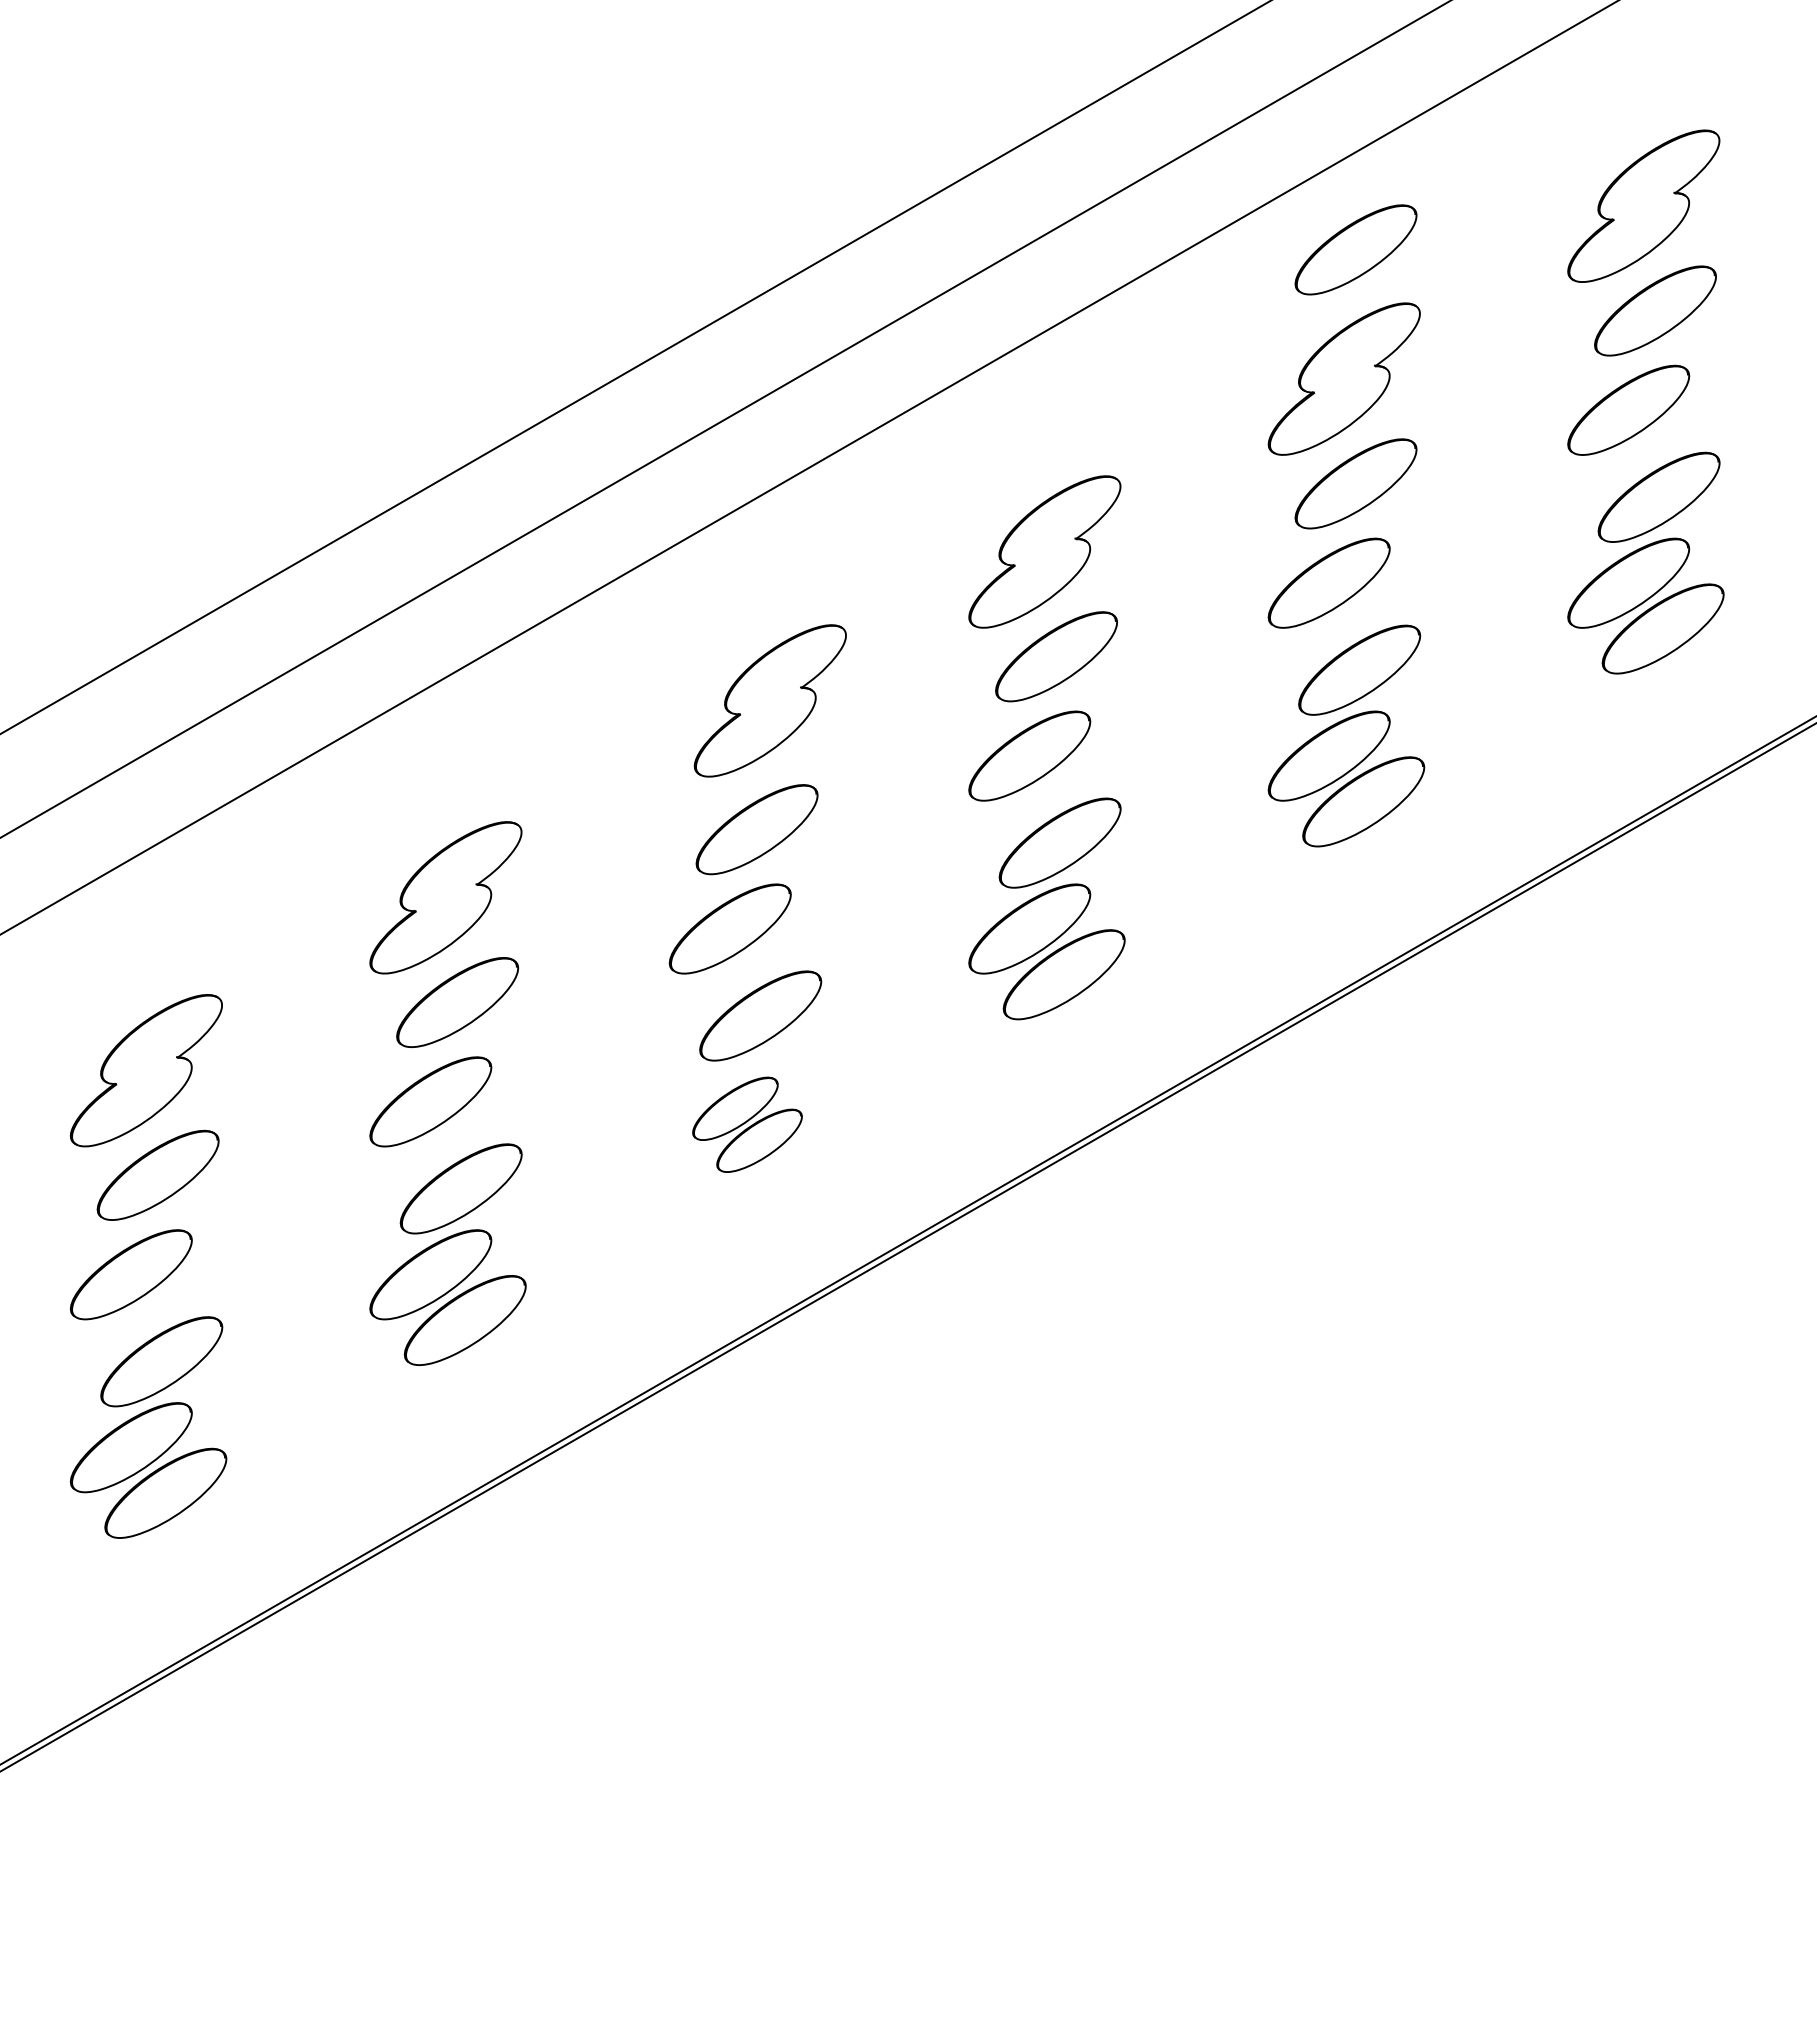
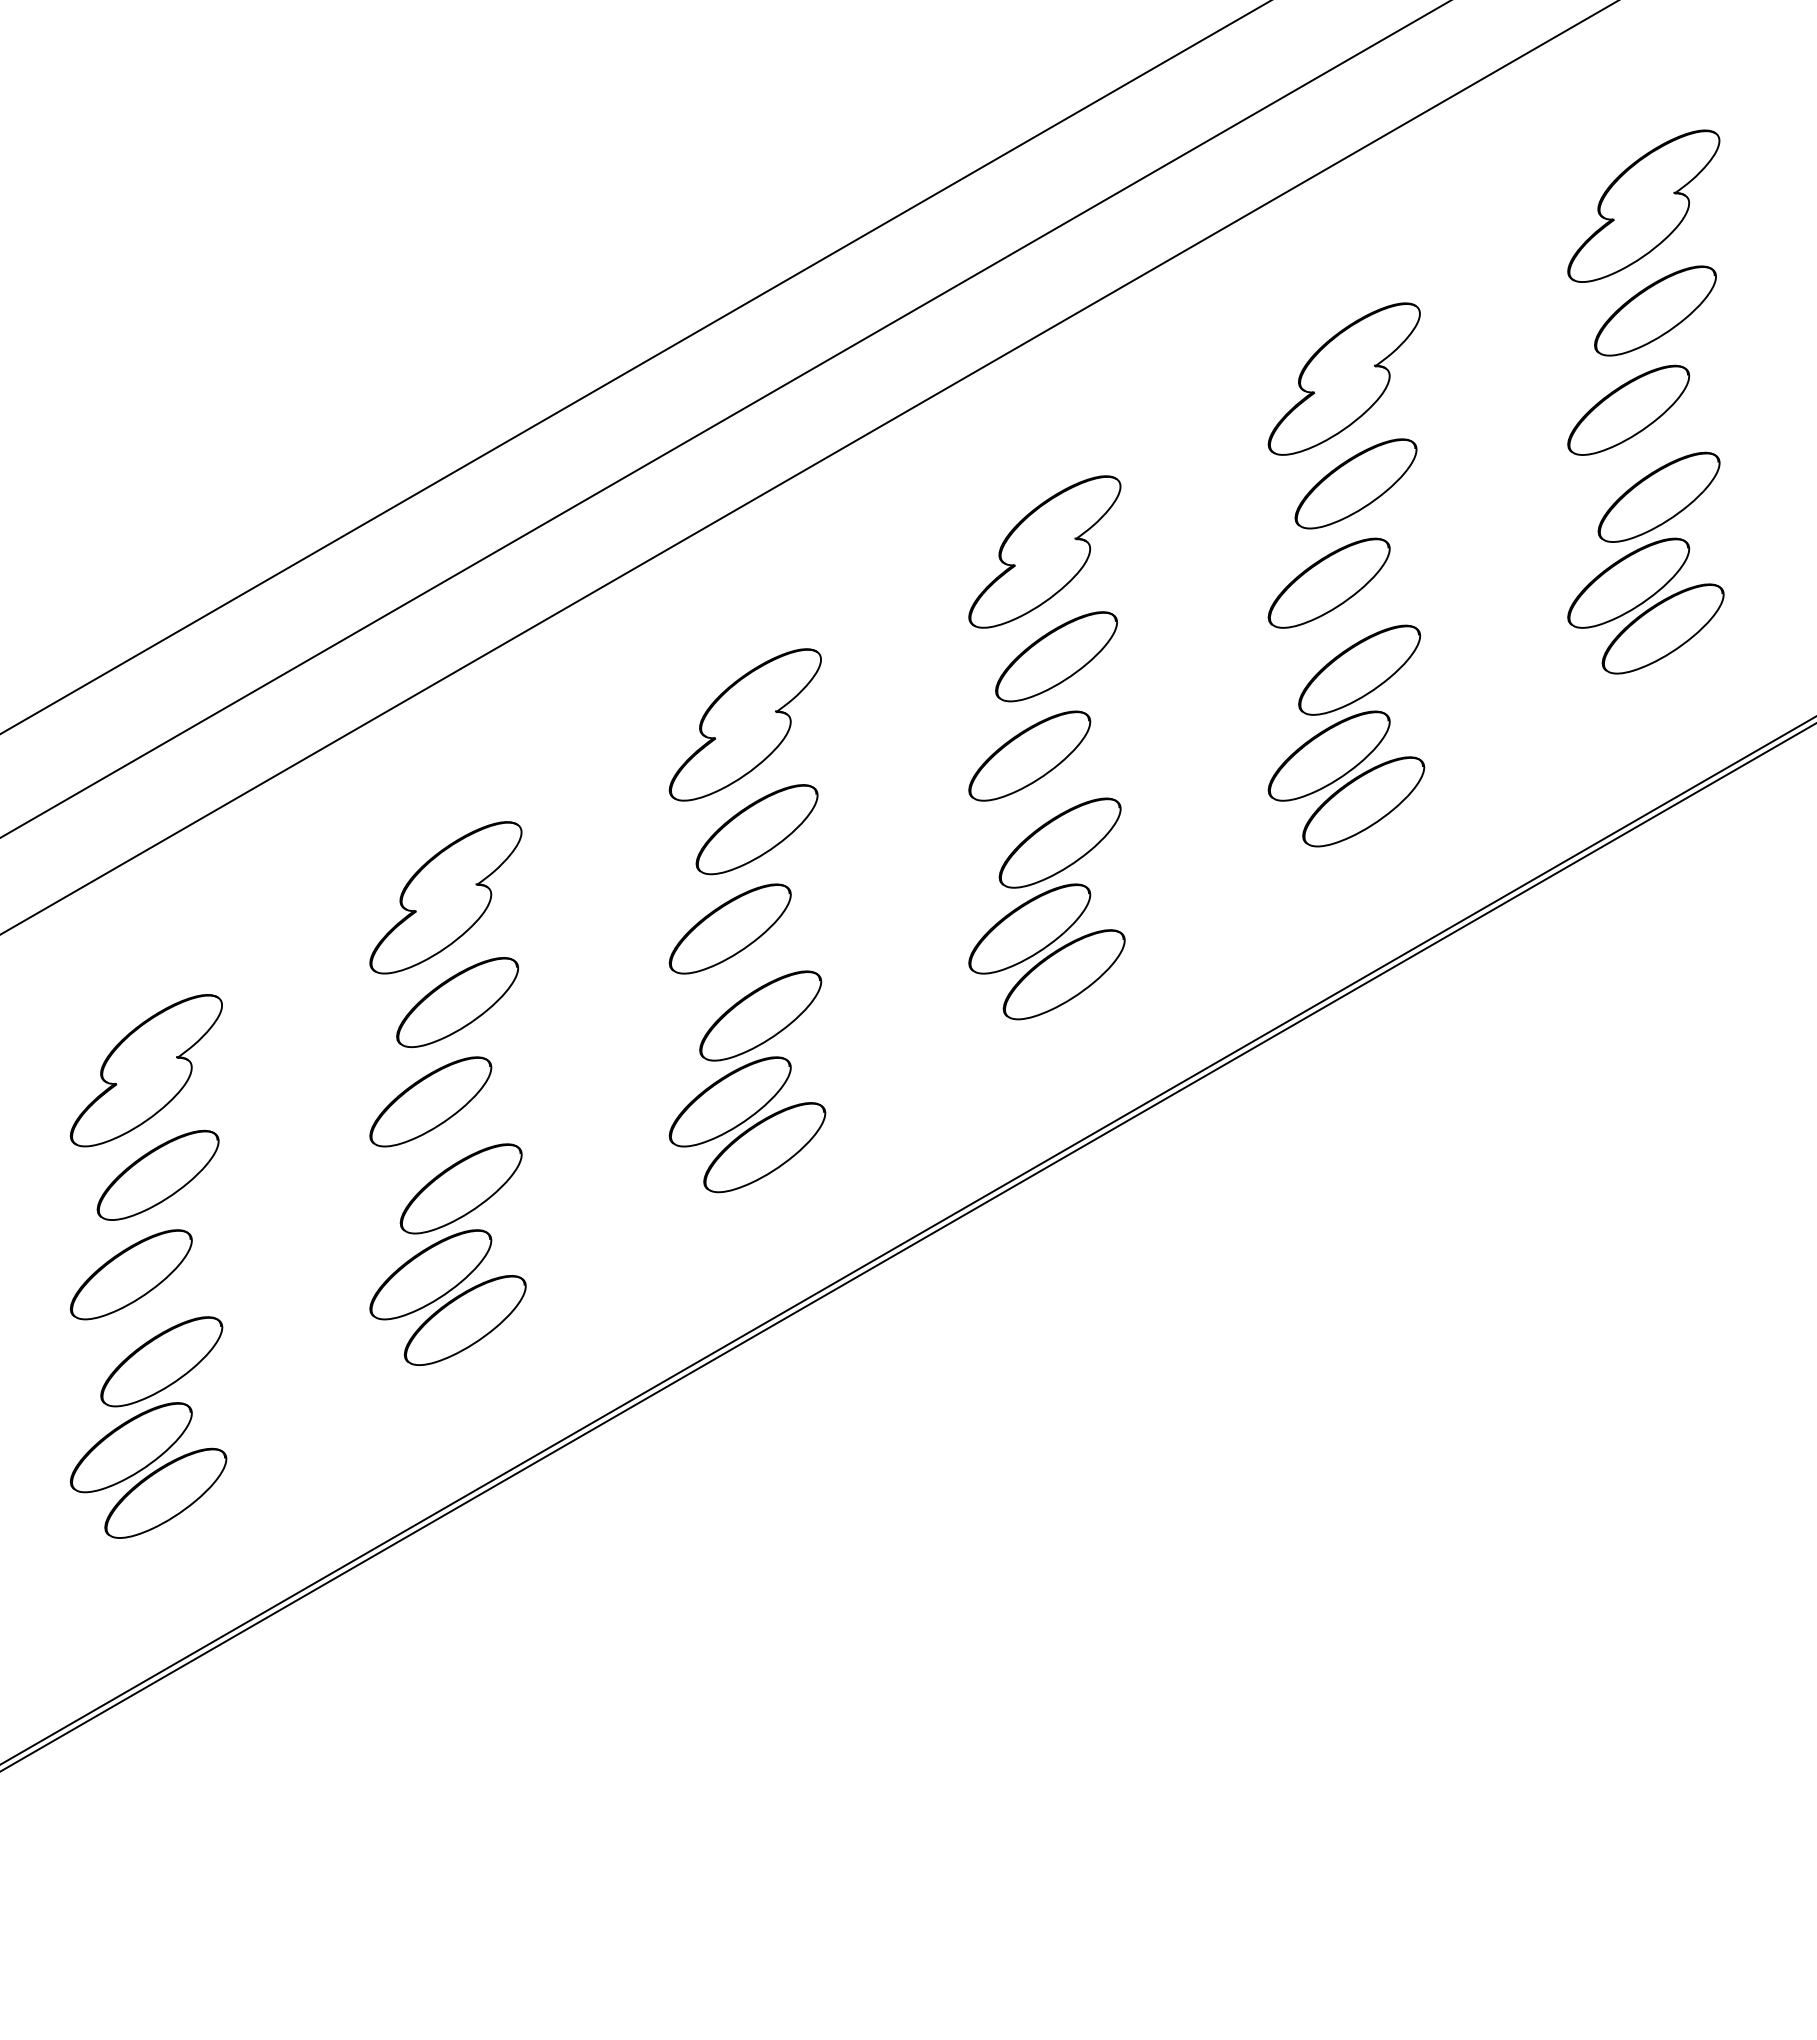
part at (1355, 249): present -> none
part at (769, 700) position: (769, 700) -> (744, 724)
part at (747, 1124) size: 111x97 px -> 159x138 px
